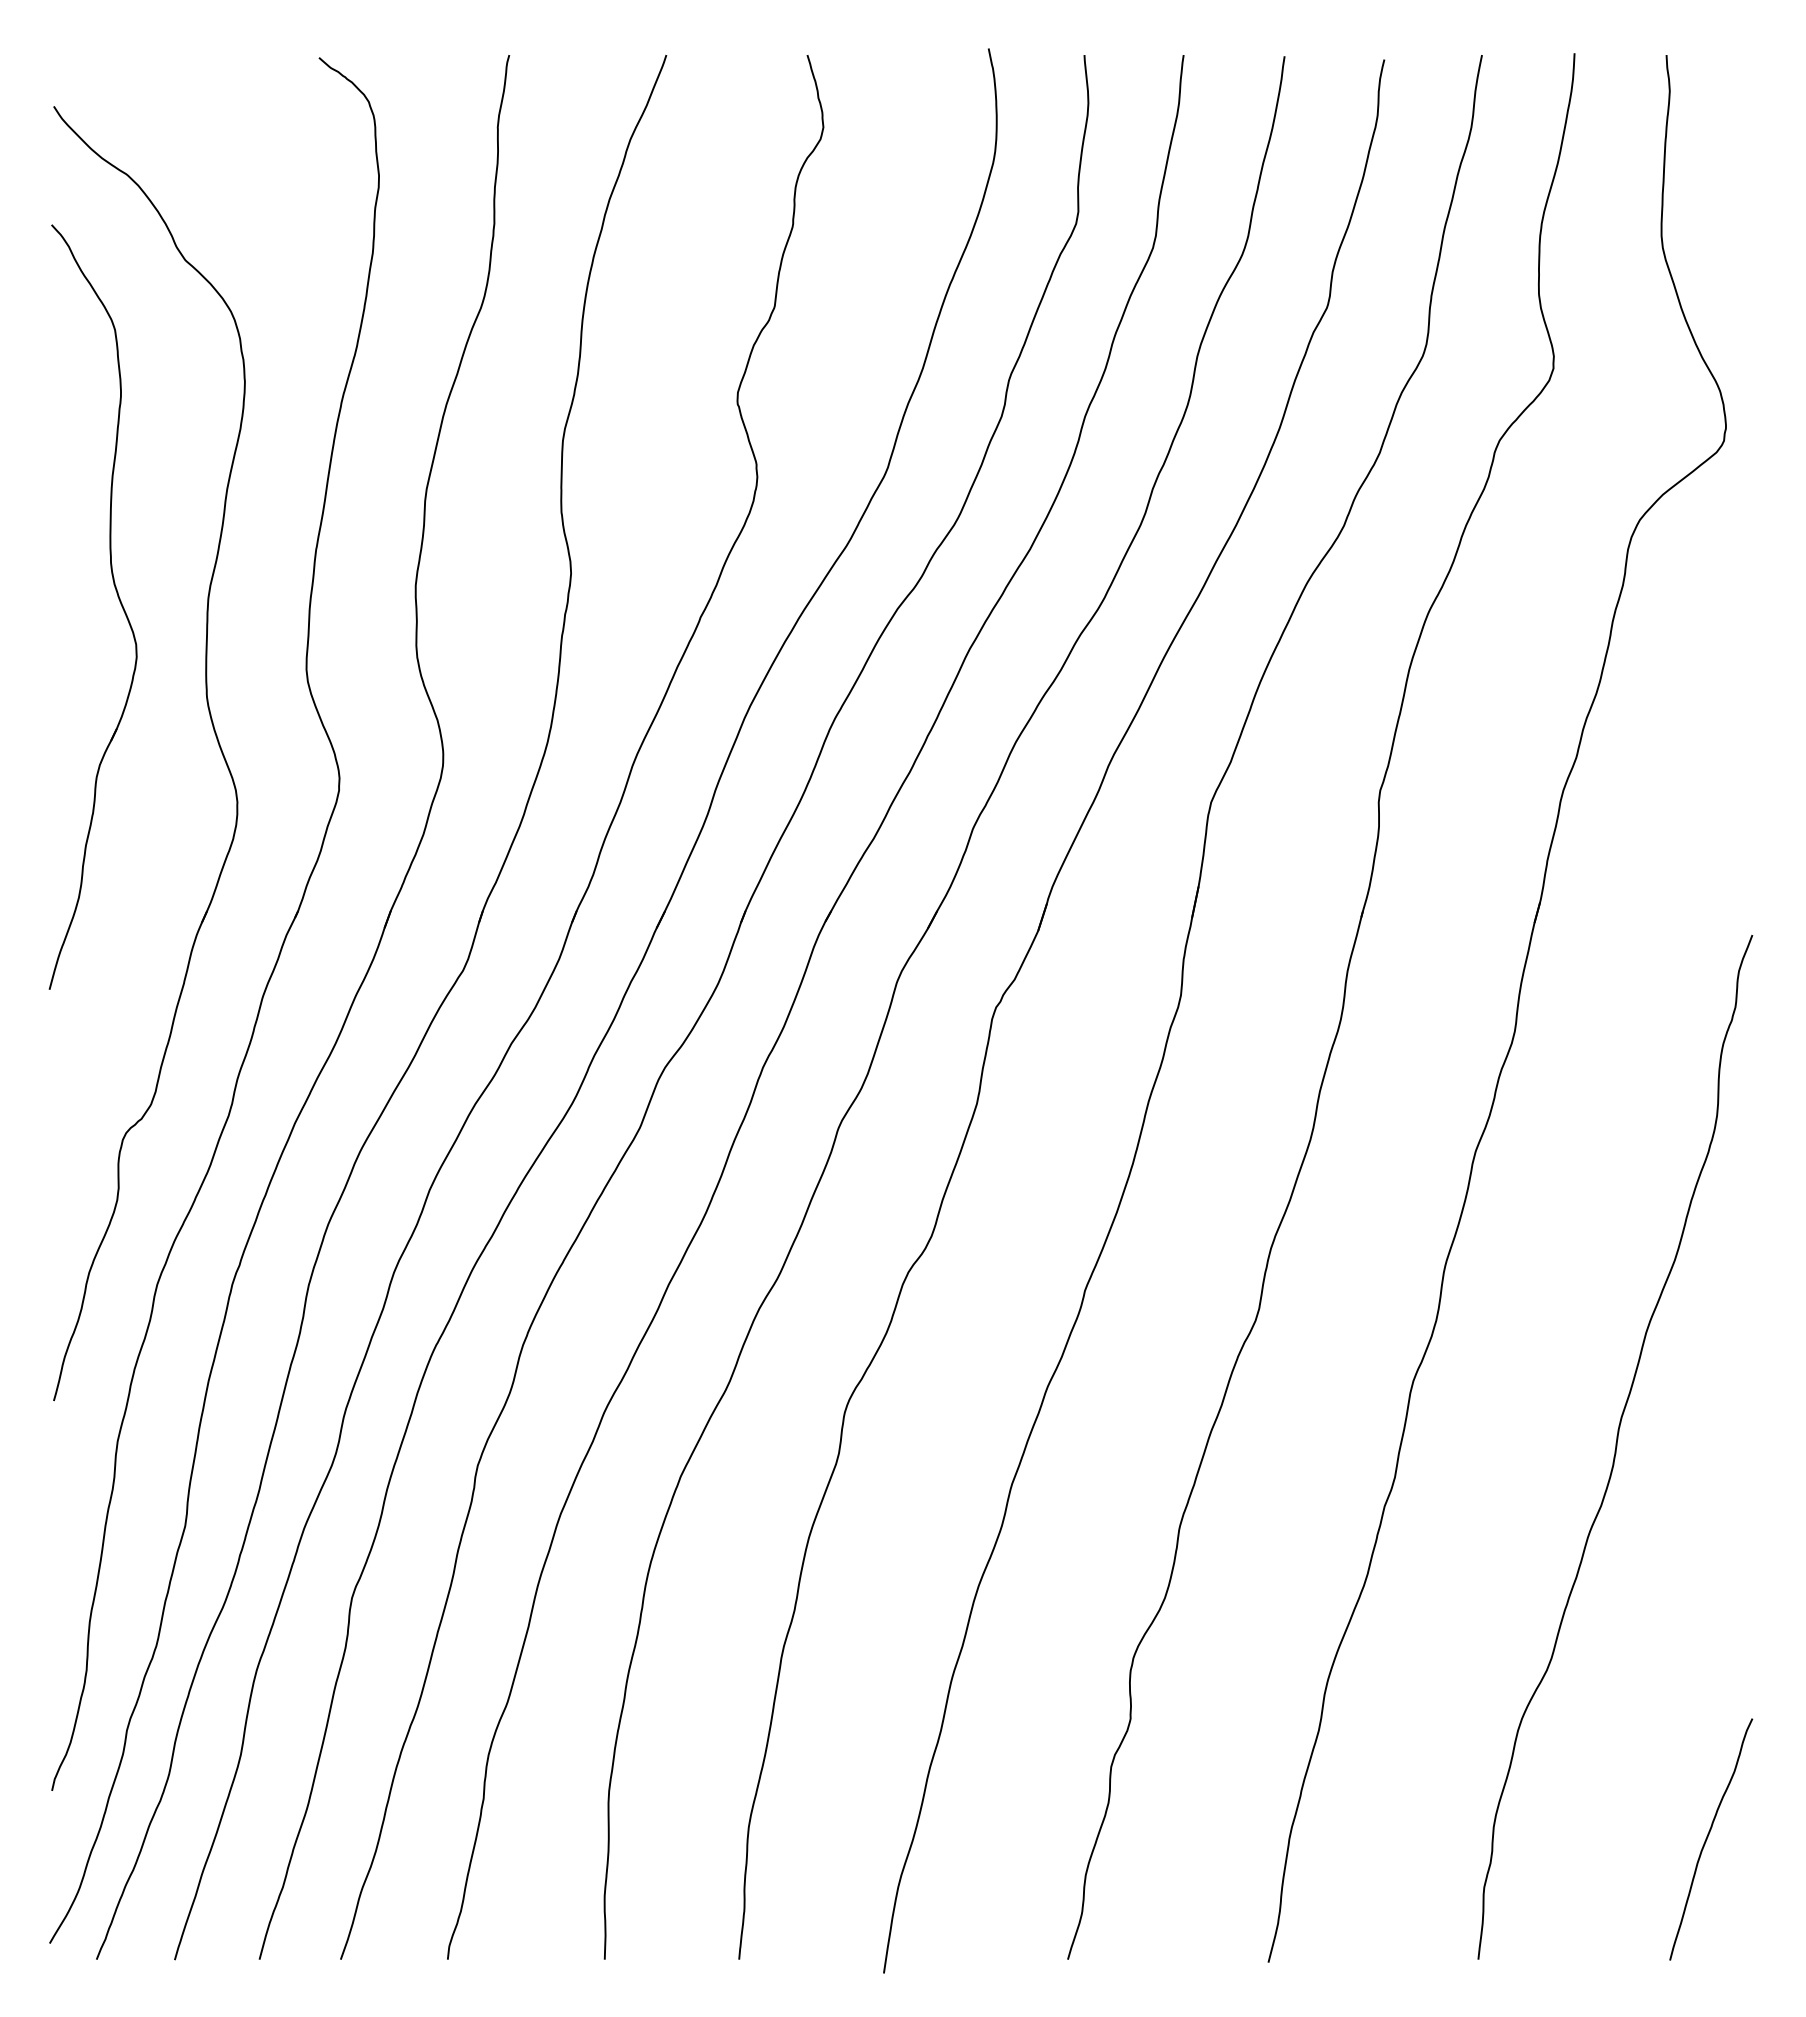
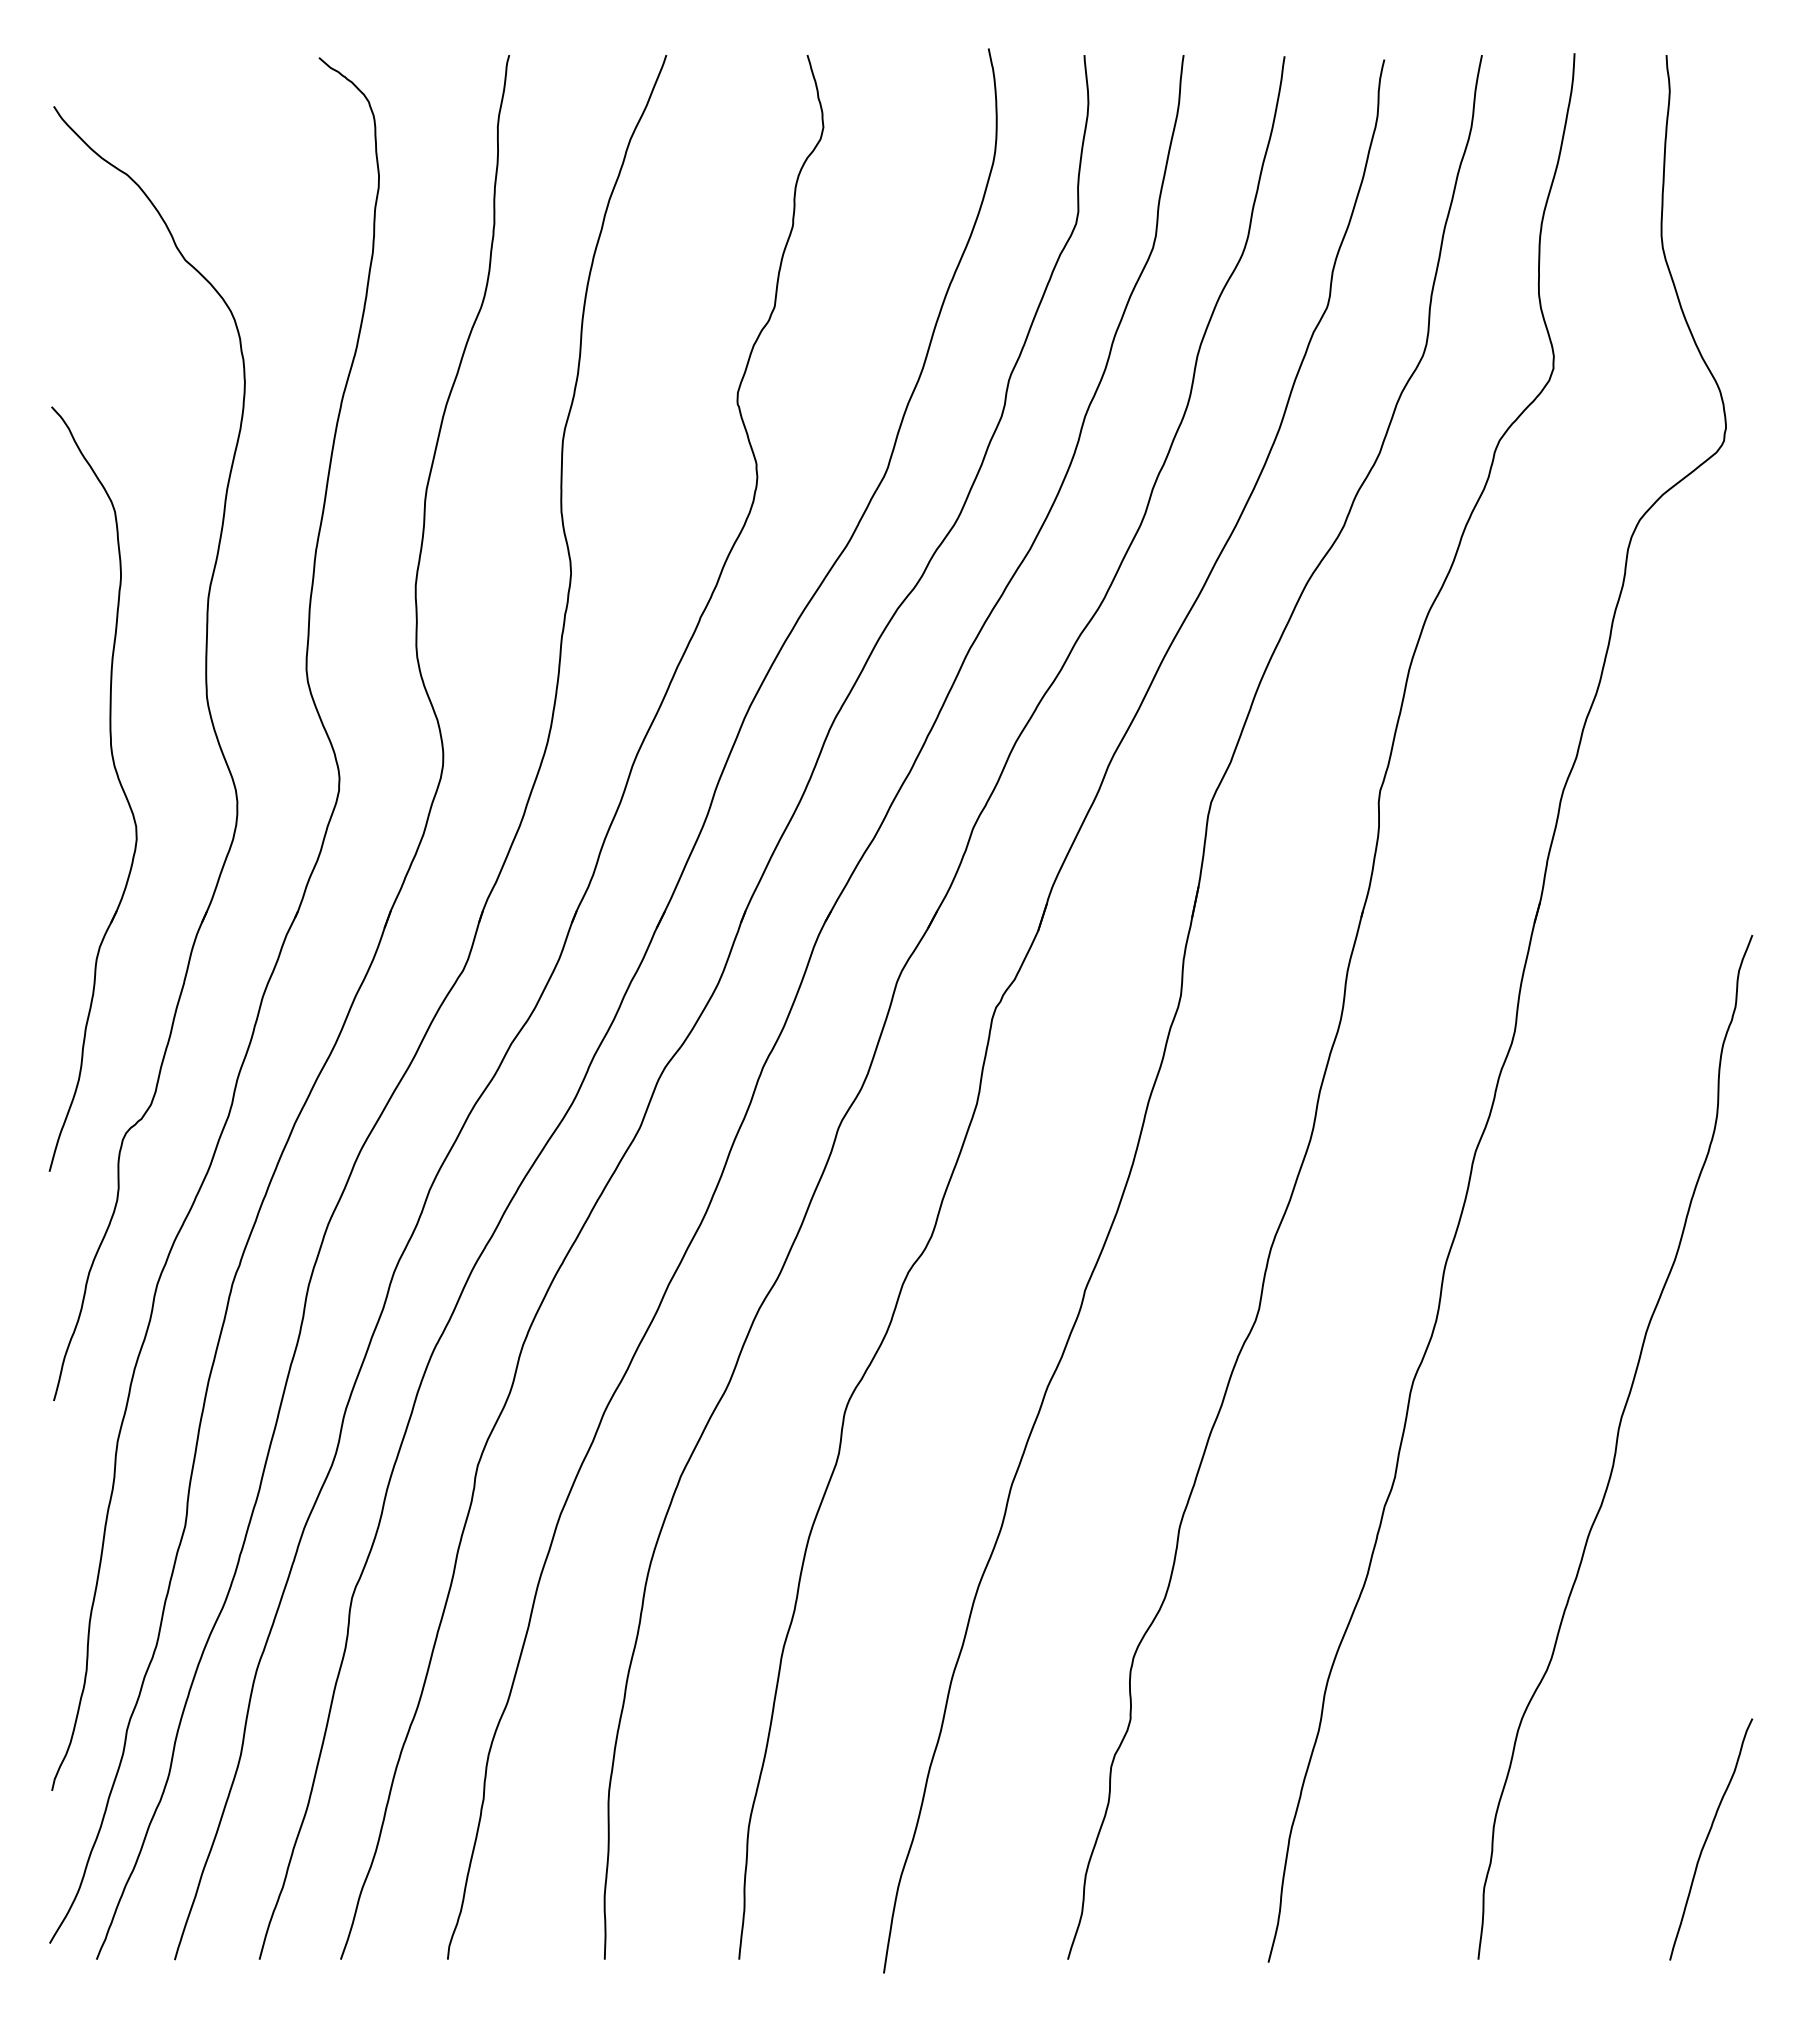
part at (117, 596) position: (117, 596) -> (117, 778)
